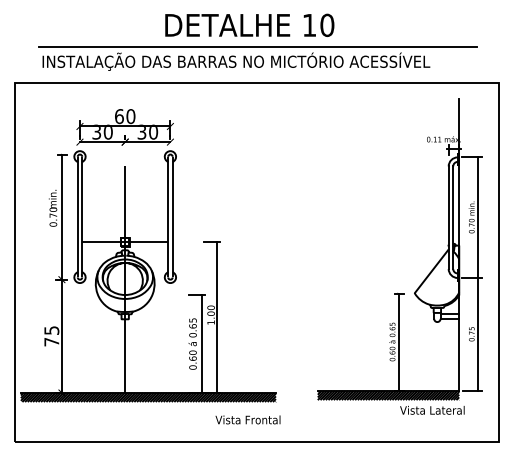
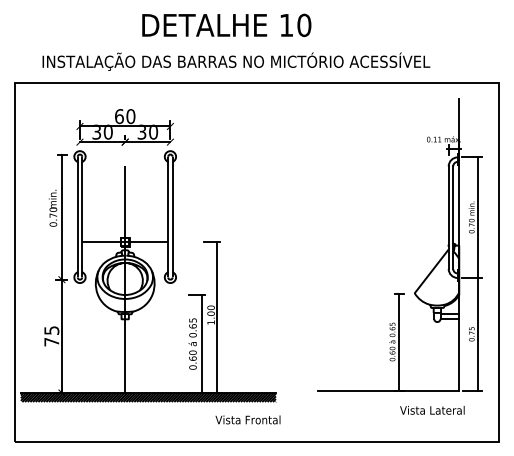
text at (249, 24) position: (249, 24) -> (226, 24)
line at (258, 46): present -> none
hatch at (388, 395): present -> none
